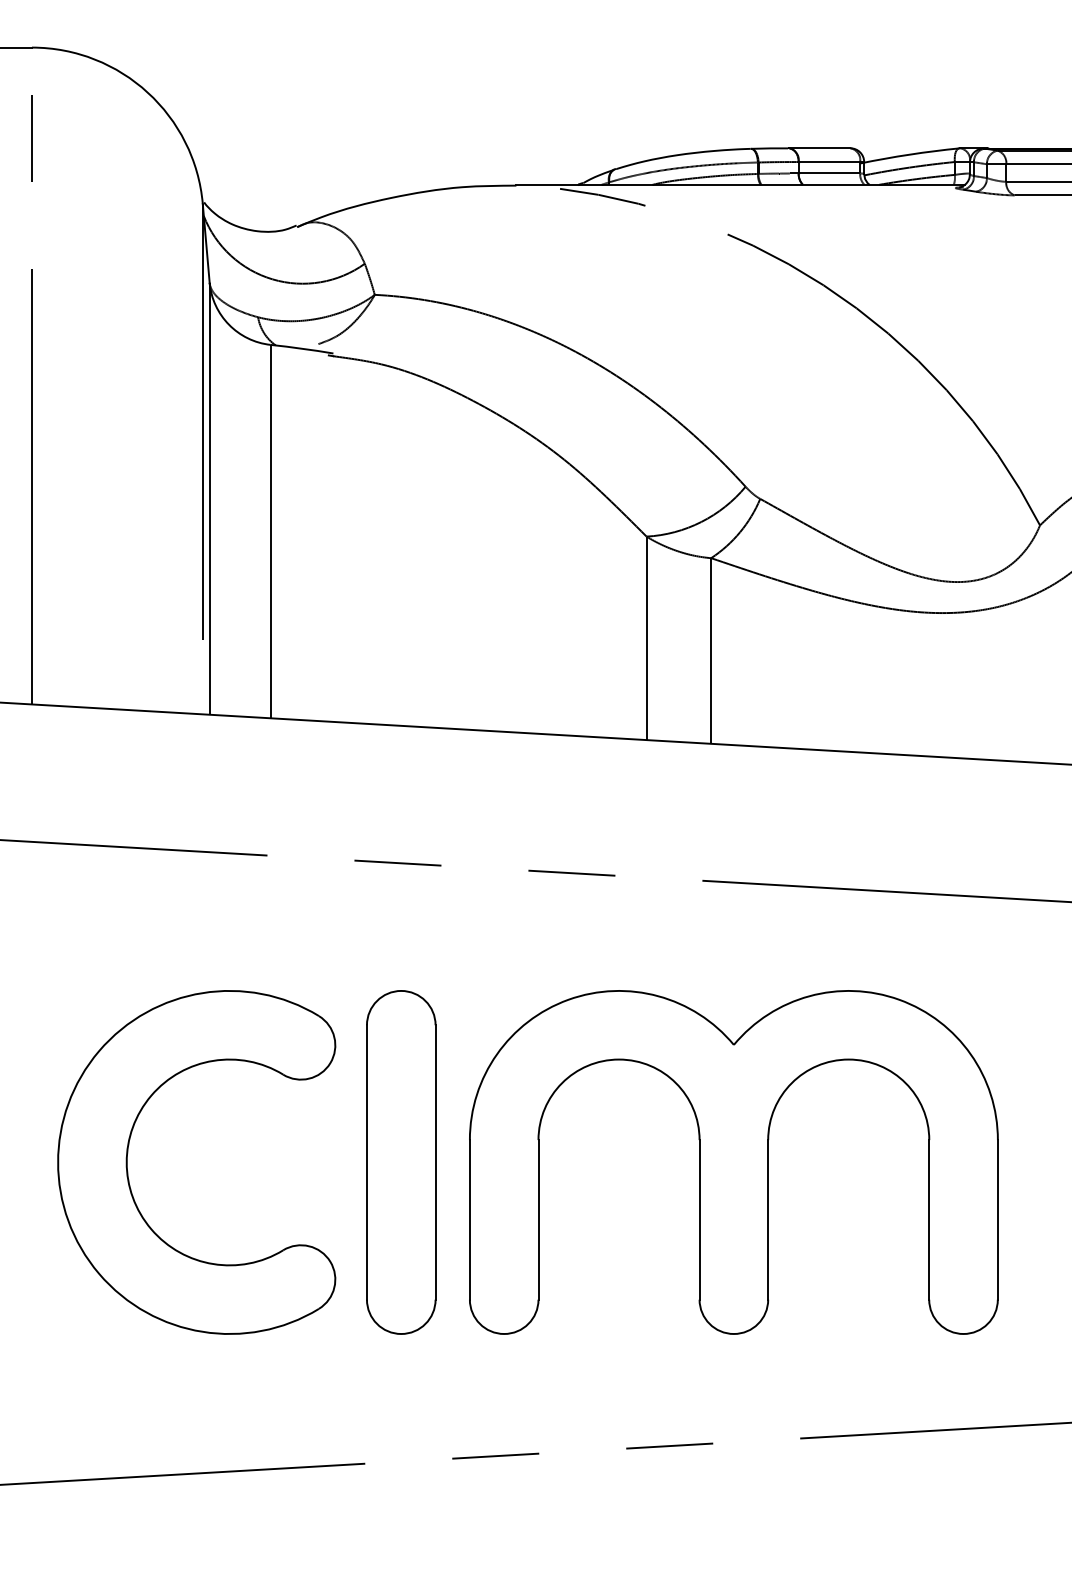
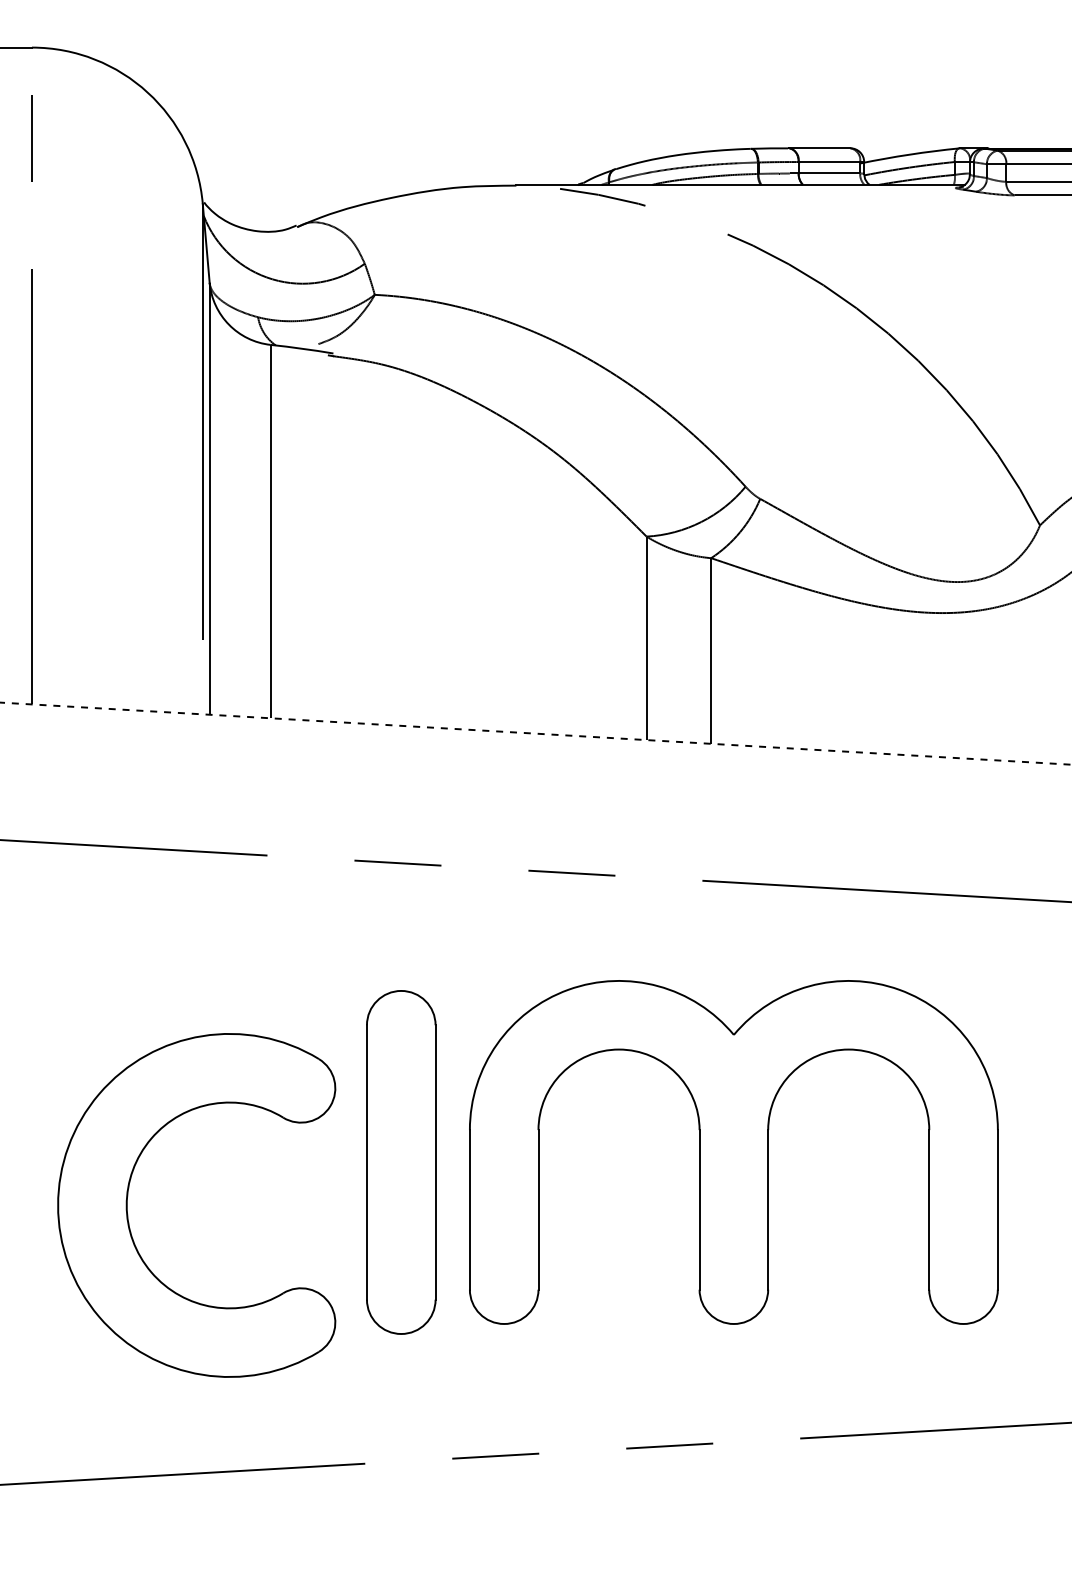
line at (536, 733): solid -> dashed
part at (128, 1153) position: (128, 1153) -> (128, 1196)
part at (733, 1162) position: (733, 1162) -> (733, 1152)
